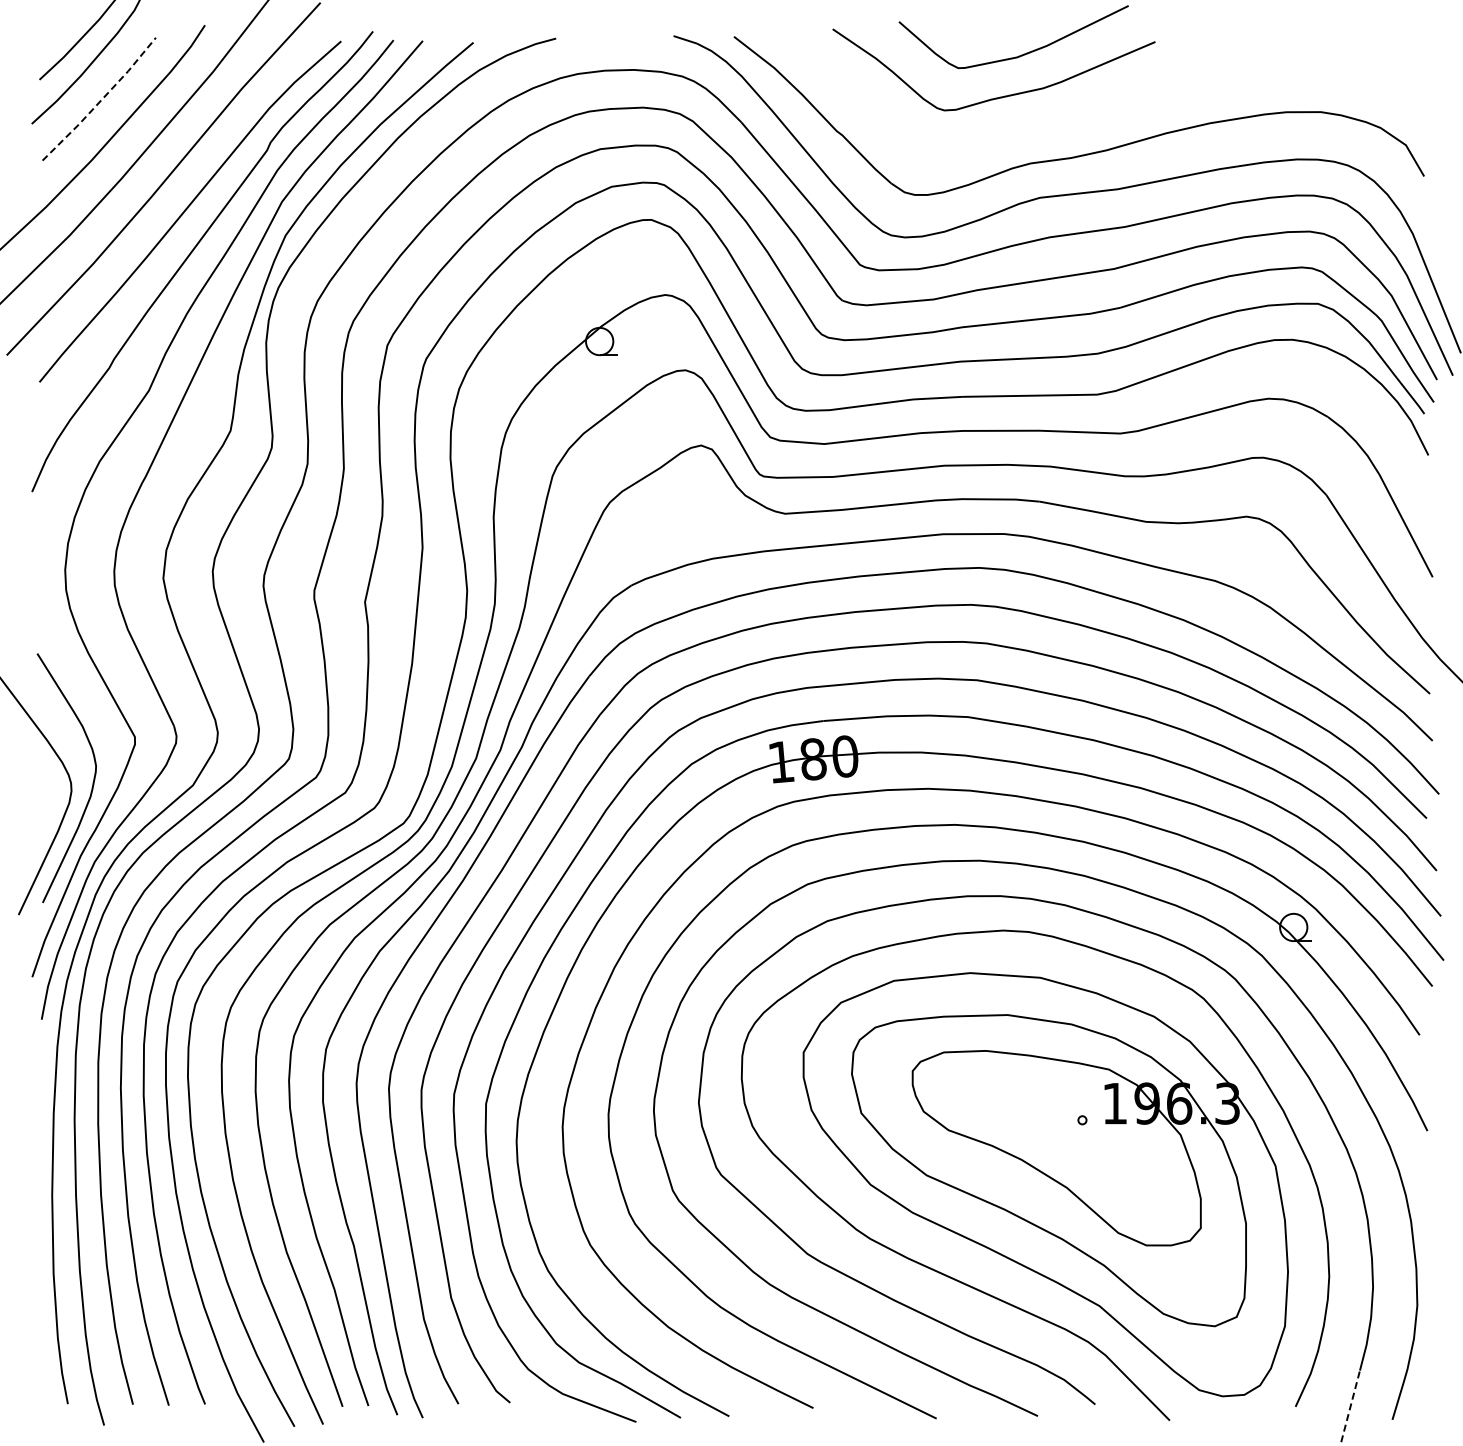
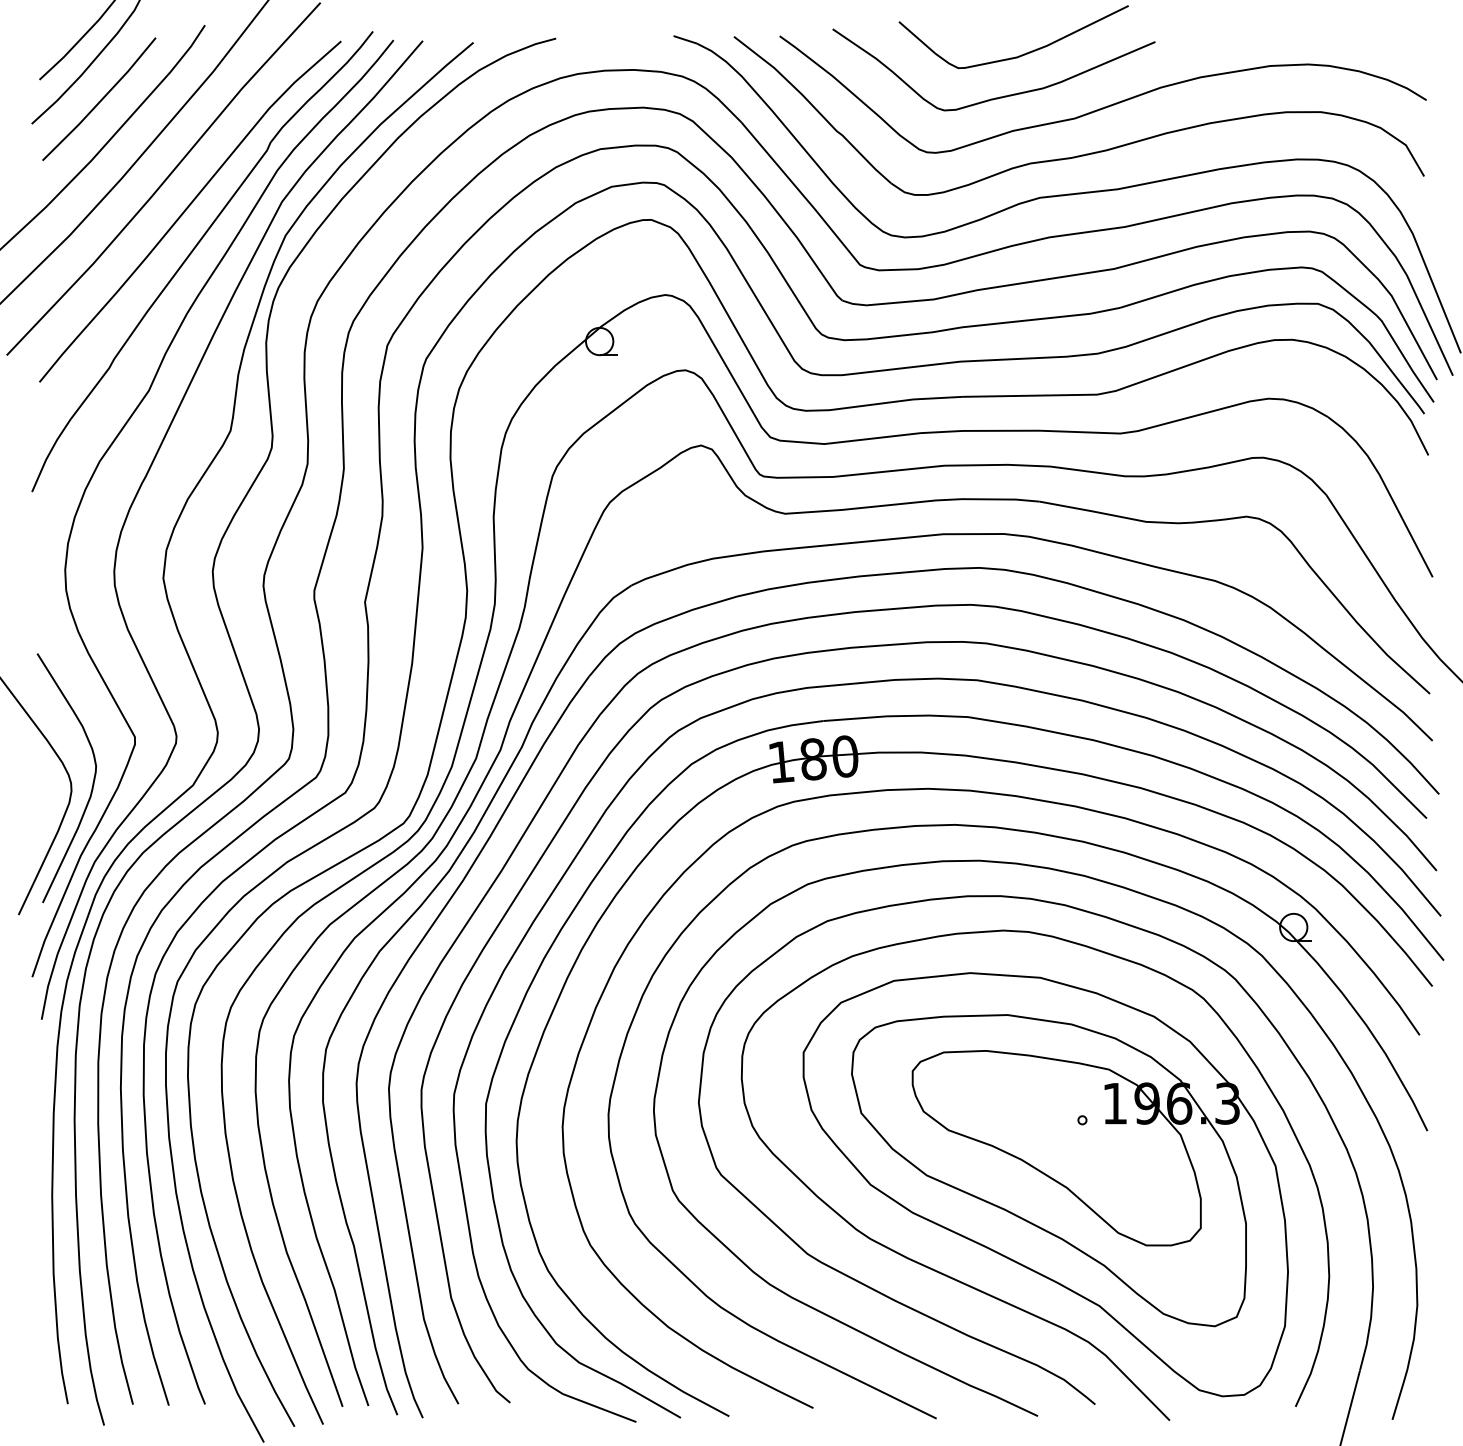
line at (101, 100): dashed -> solid
curve at (1107, 105): none -> present
line at (1350, 1407): dashed -> solid
